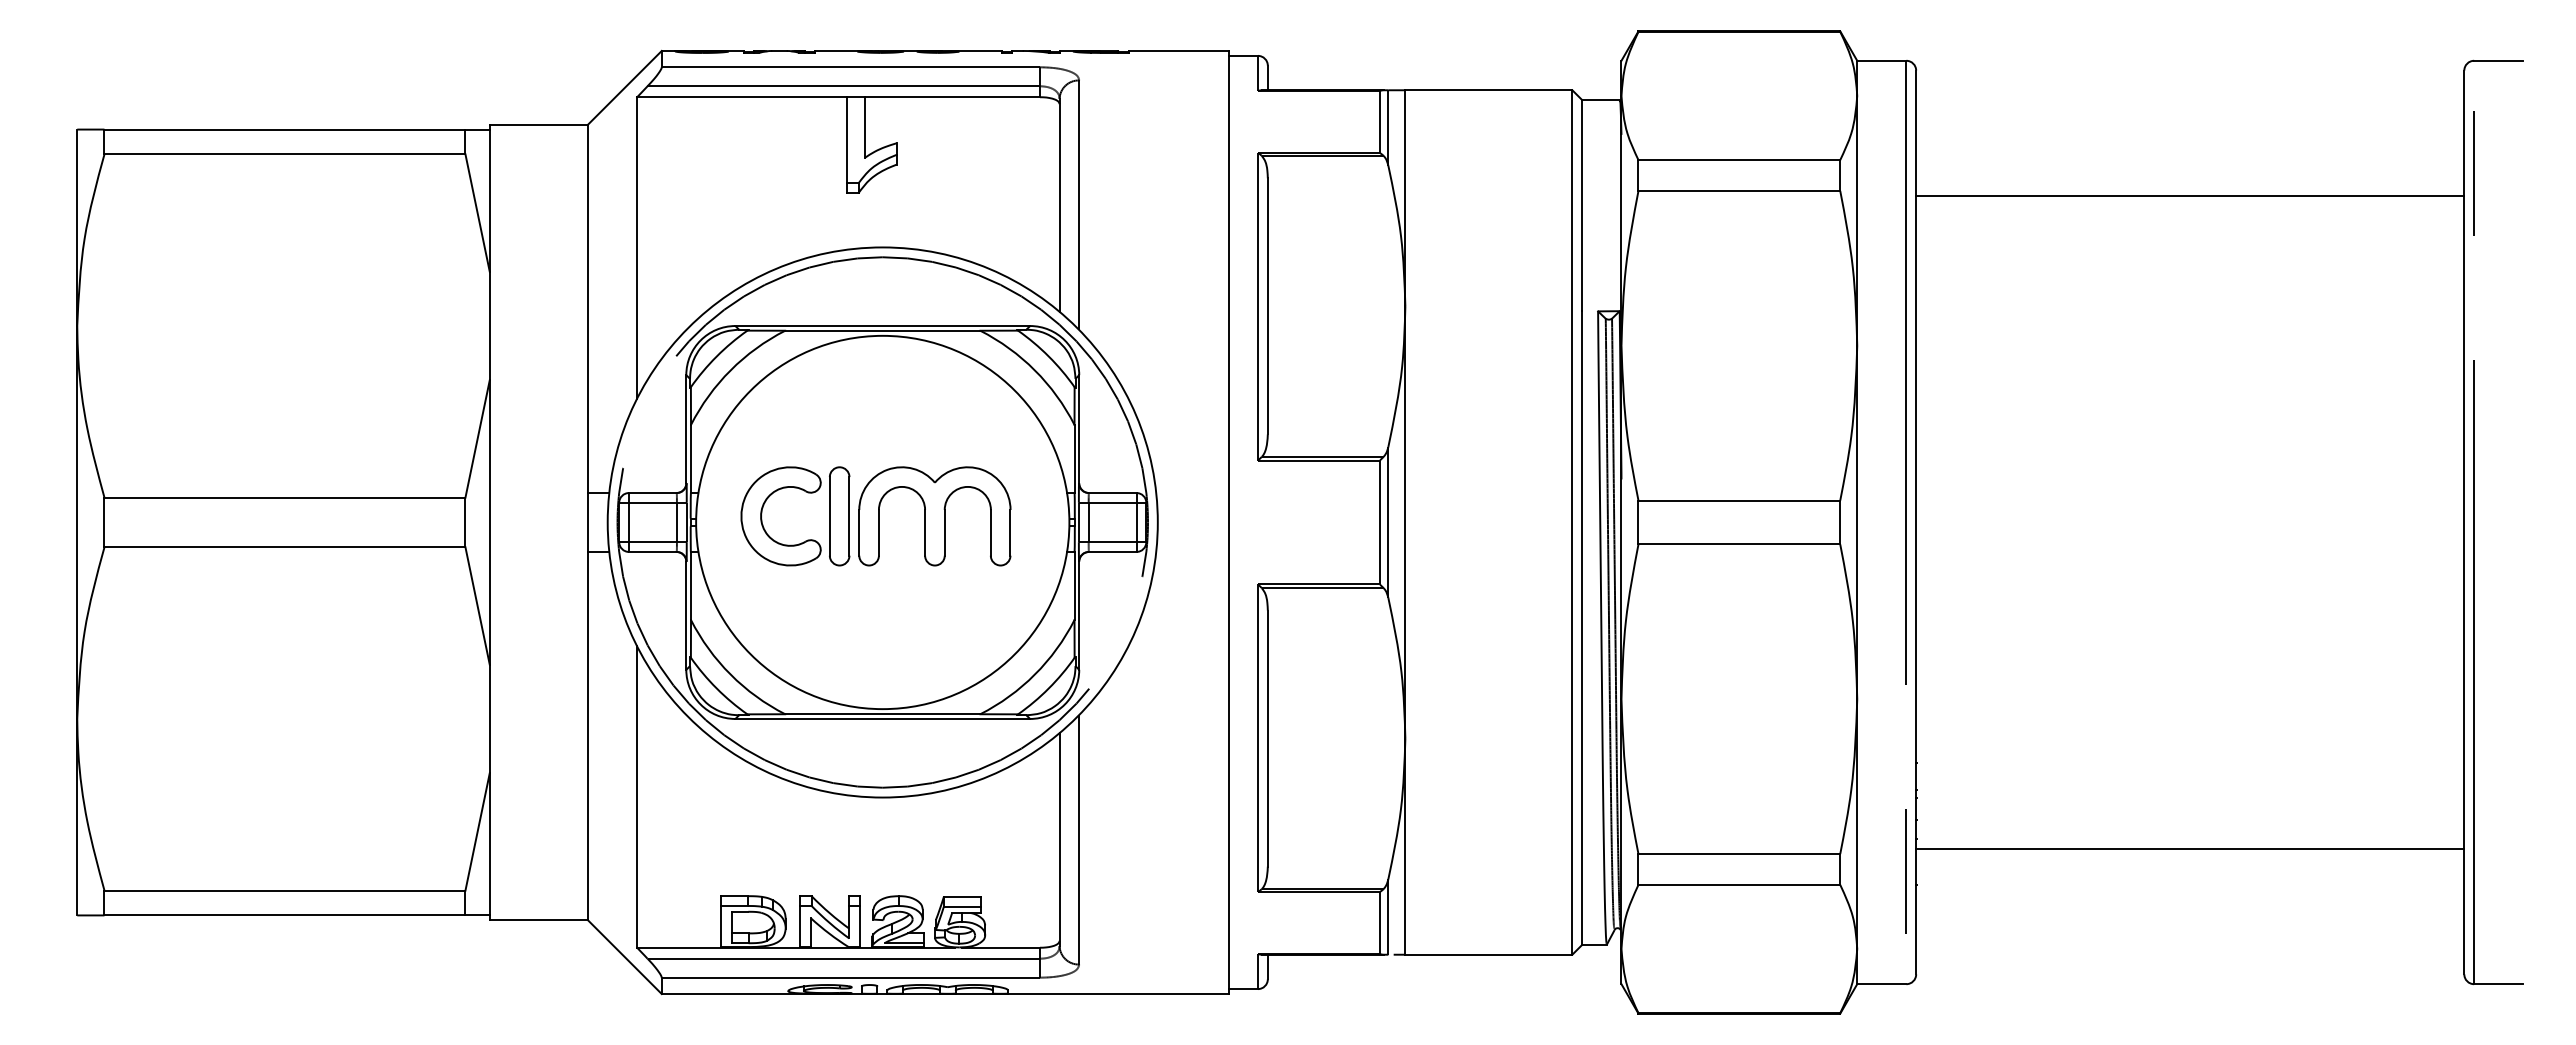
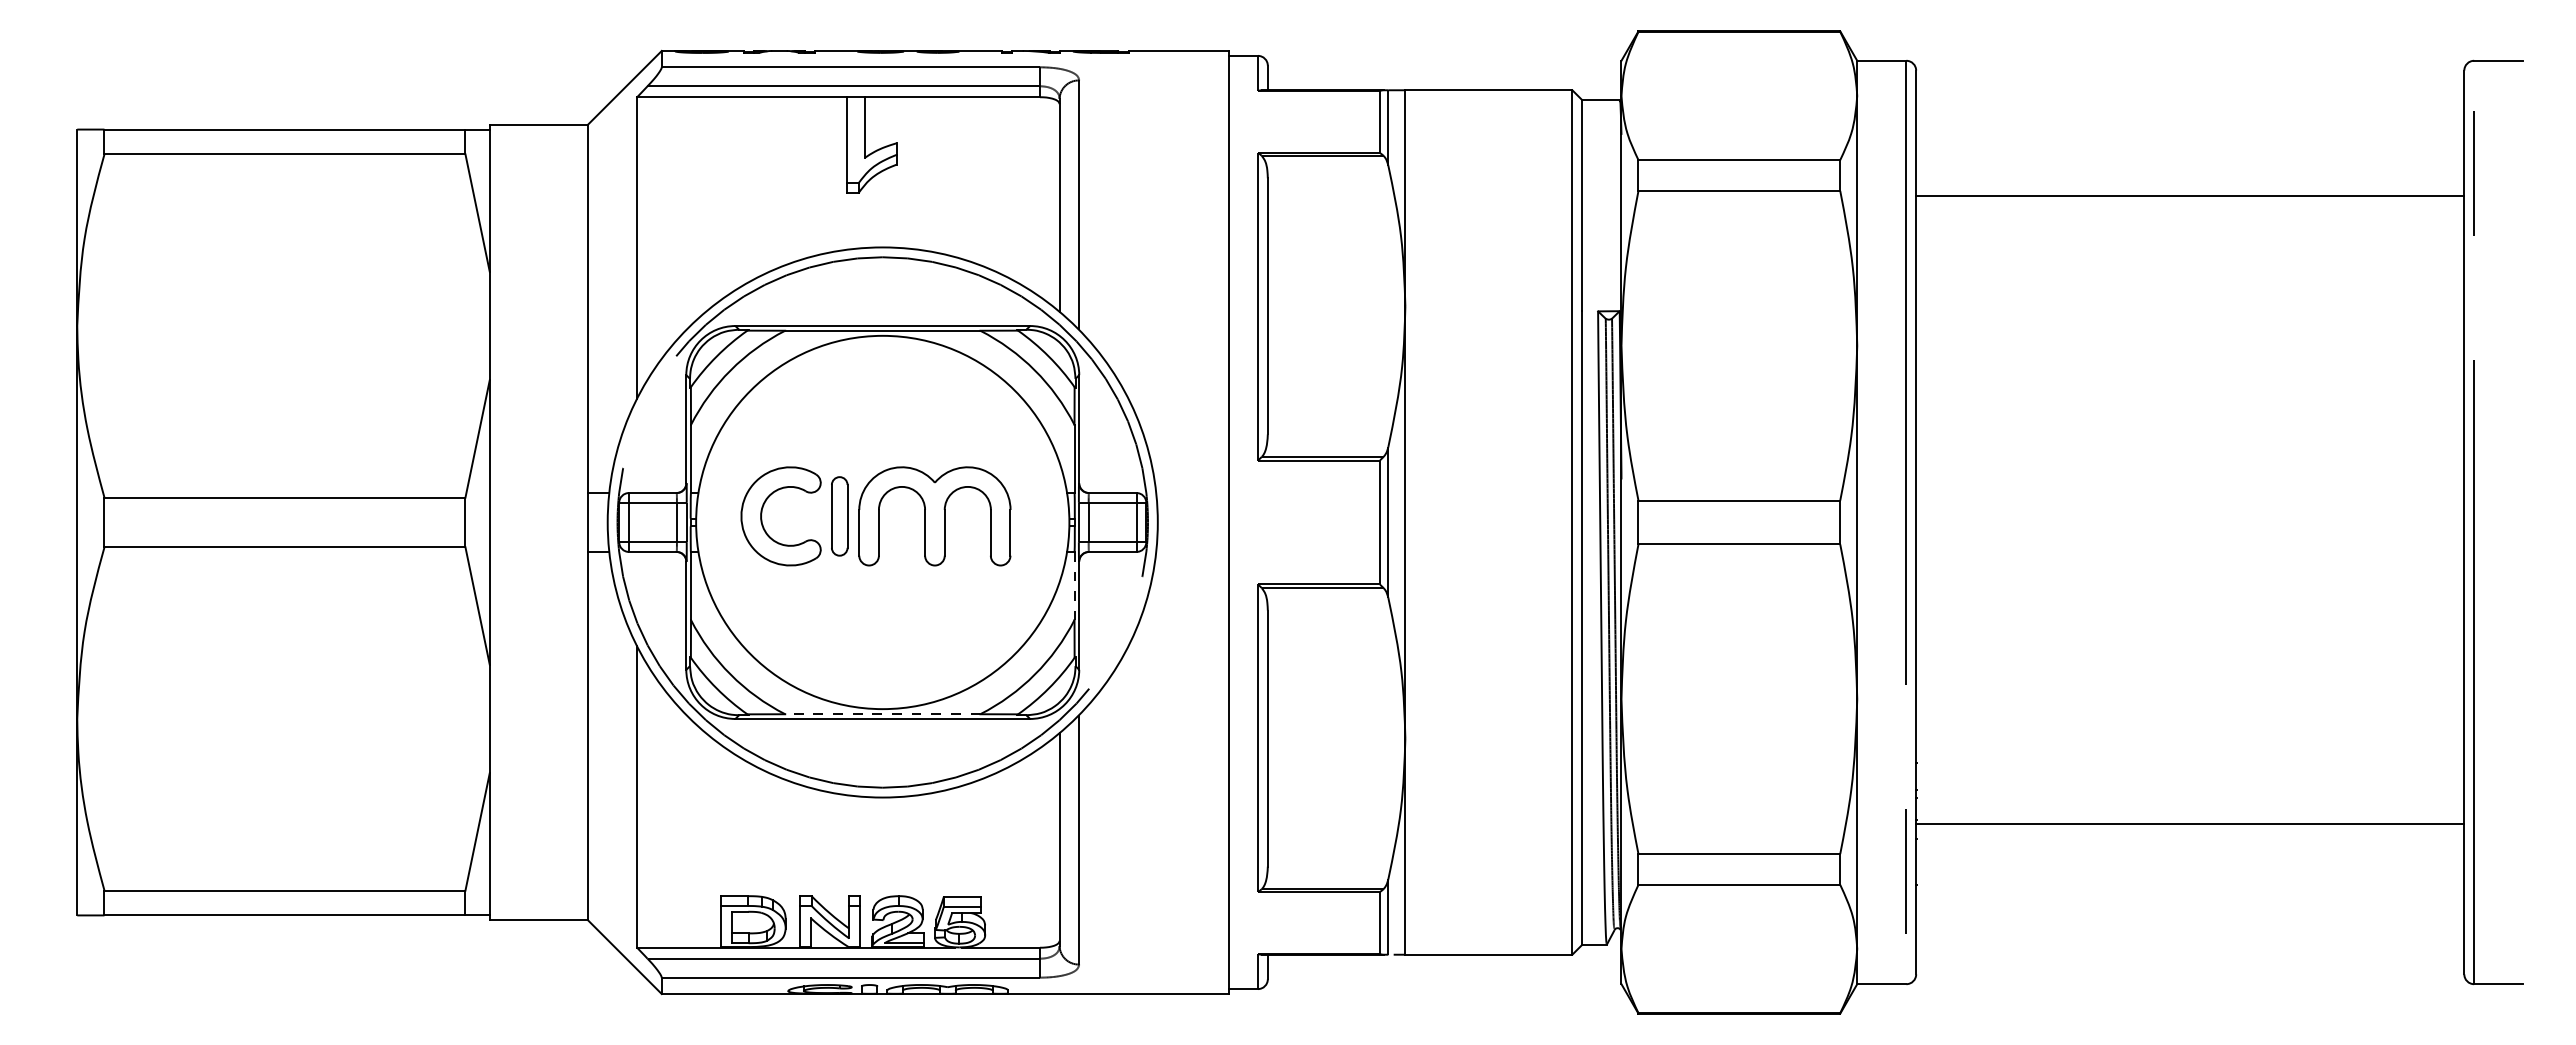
part at (839, 516) size: 22x101 px -> 18x81 px
line at (1074, 586): solid -> dashed
line at (882, 714): solid -> dashed
line at (2190, 848) position: (2190, 848) -> (2190, 823)
